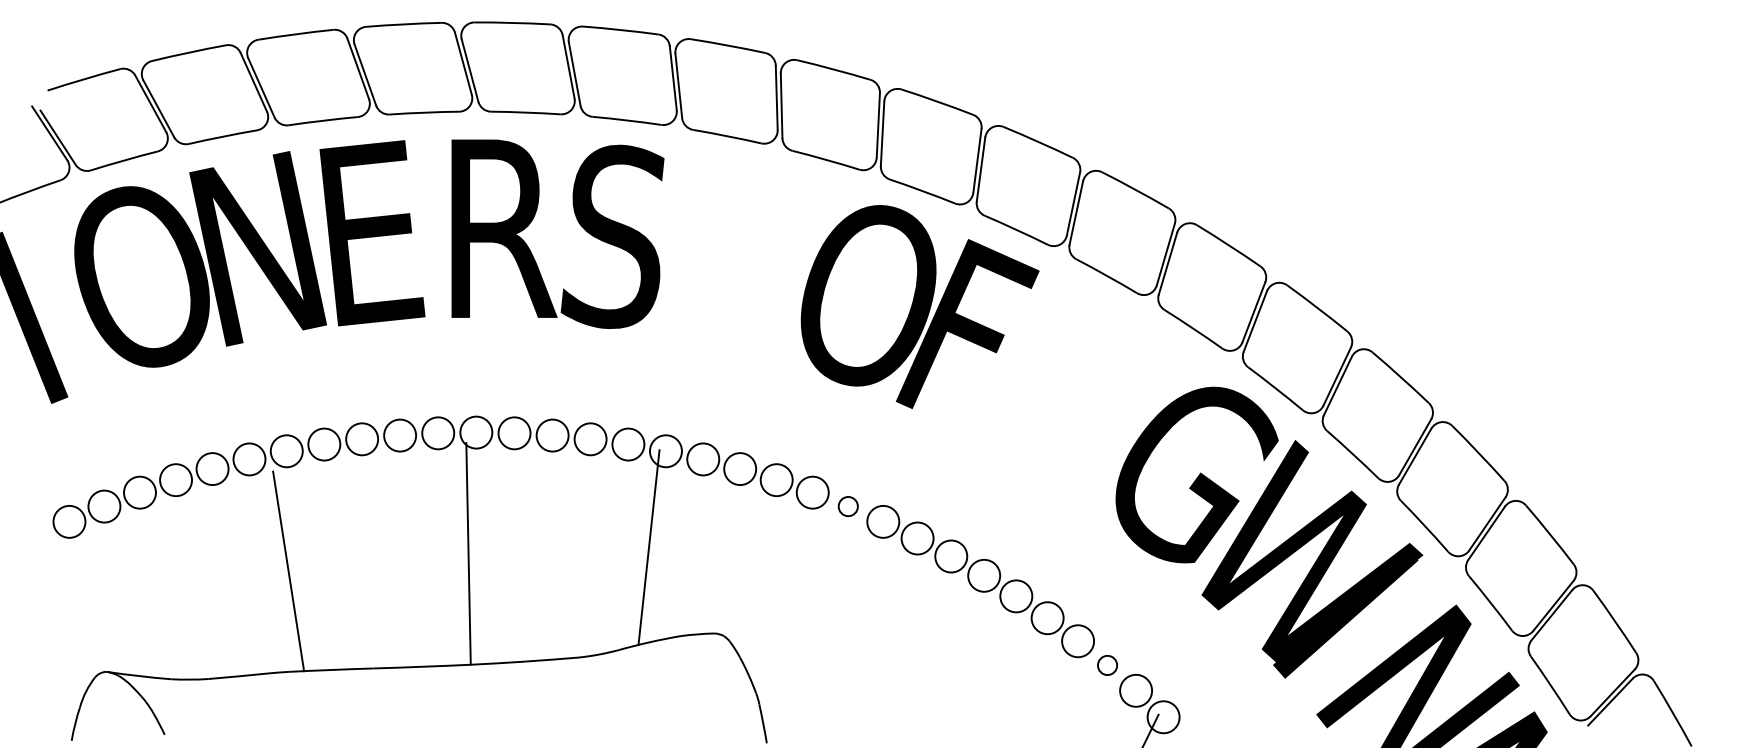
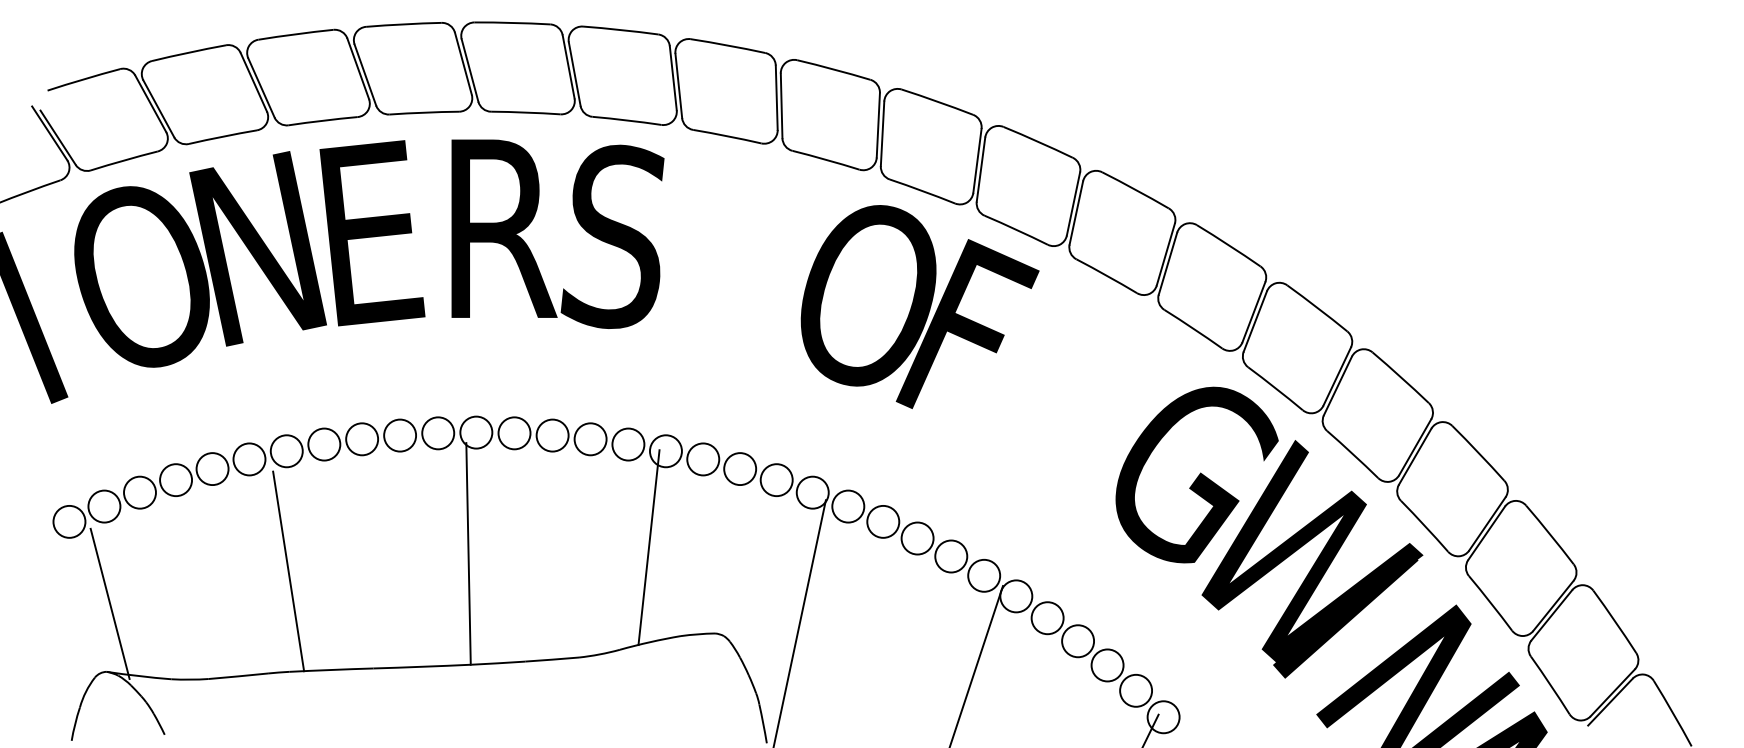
circle at (847, 506) diameter: 19 px -> 32 px
line at (109, 603): none -> present
line at (799, 622): none -> present
line at (976, 665): none -> present
circle at (1107, 665) diameter: 19 px -> 32 px
